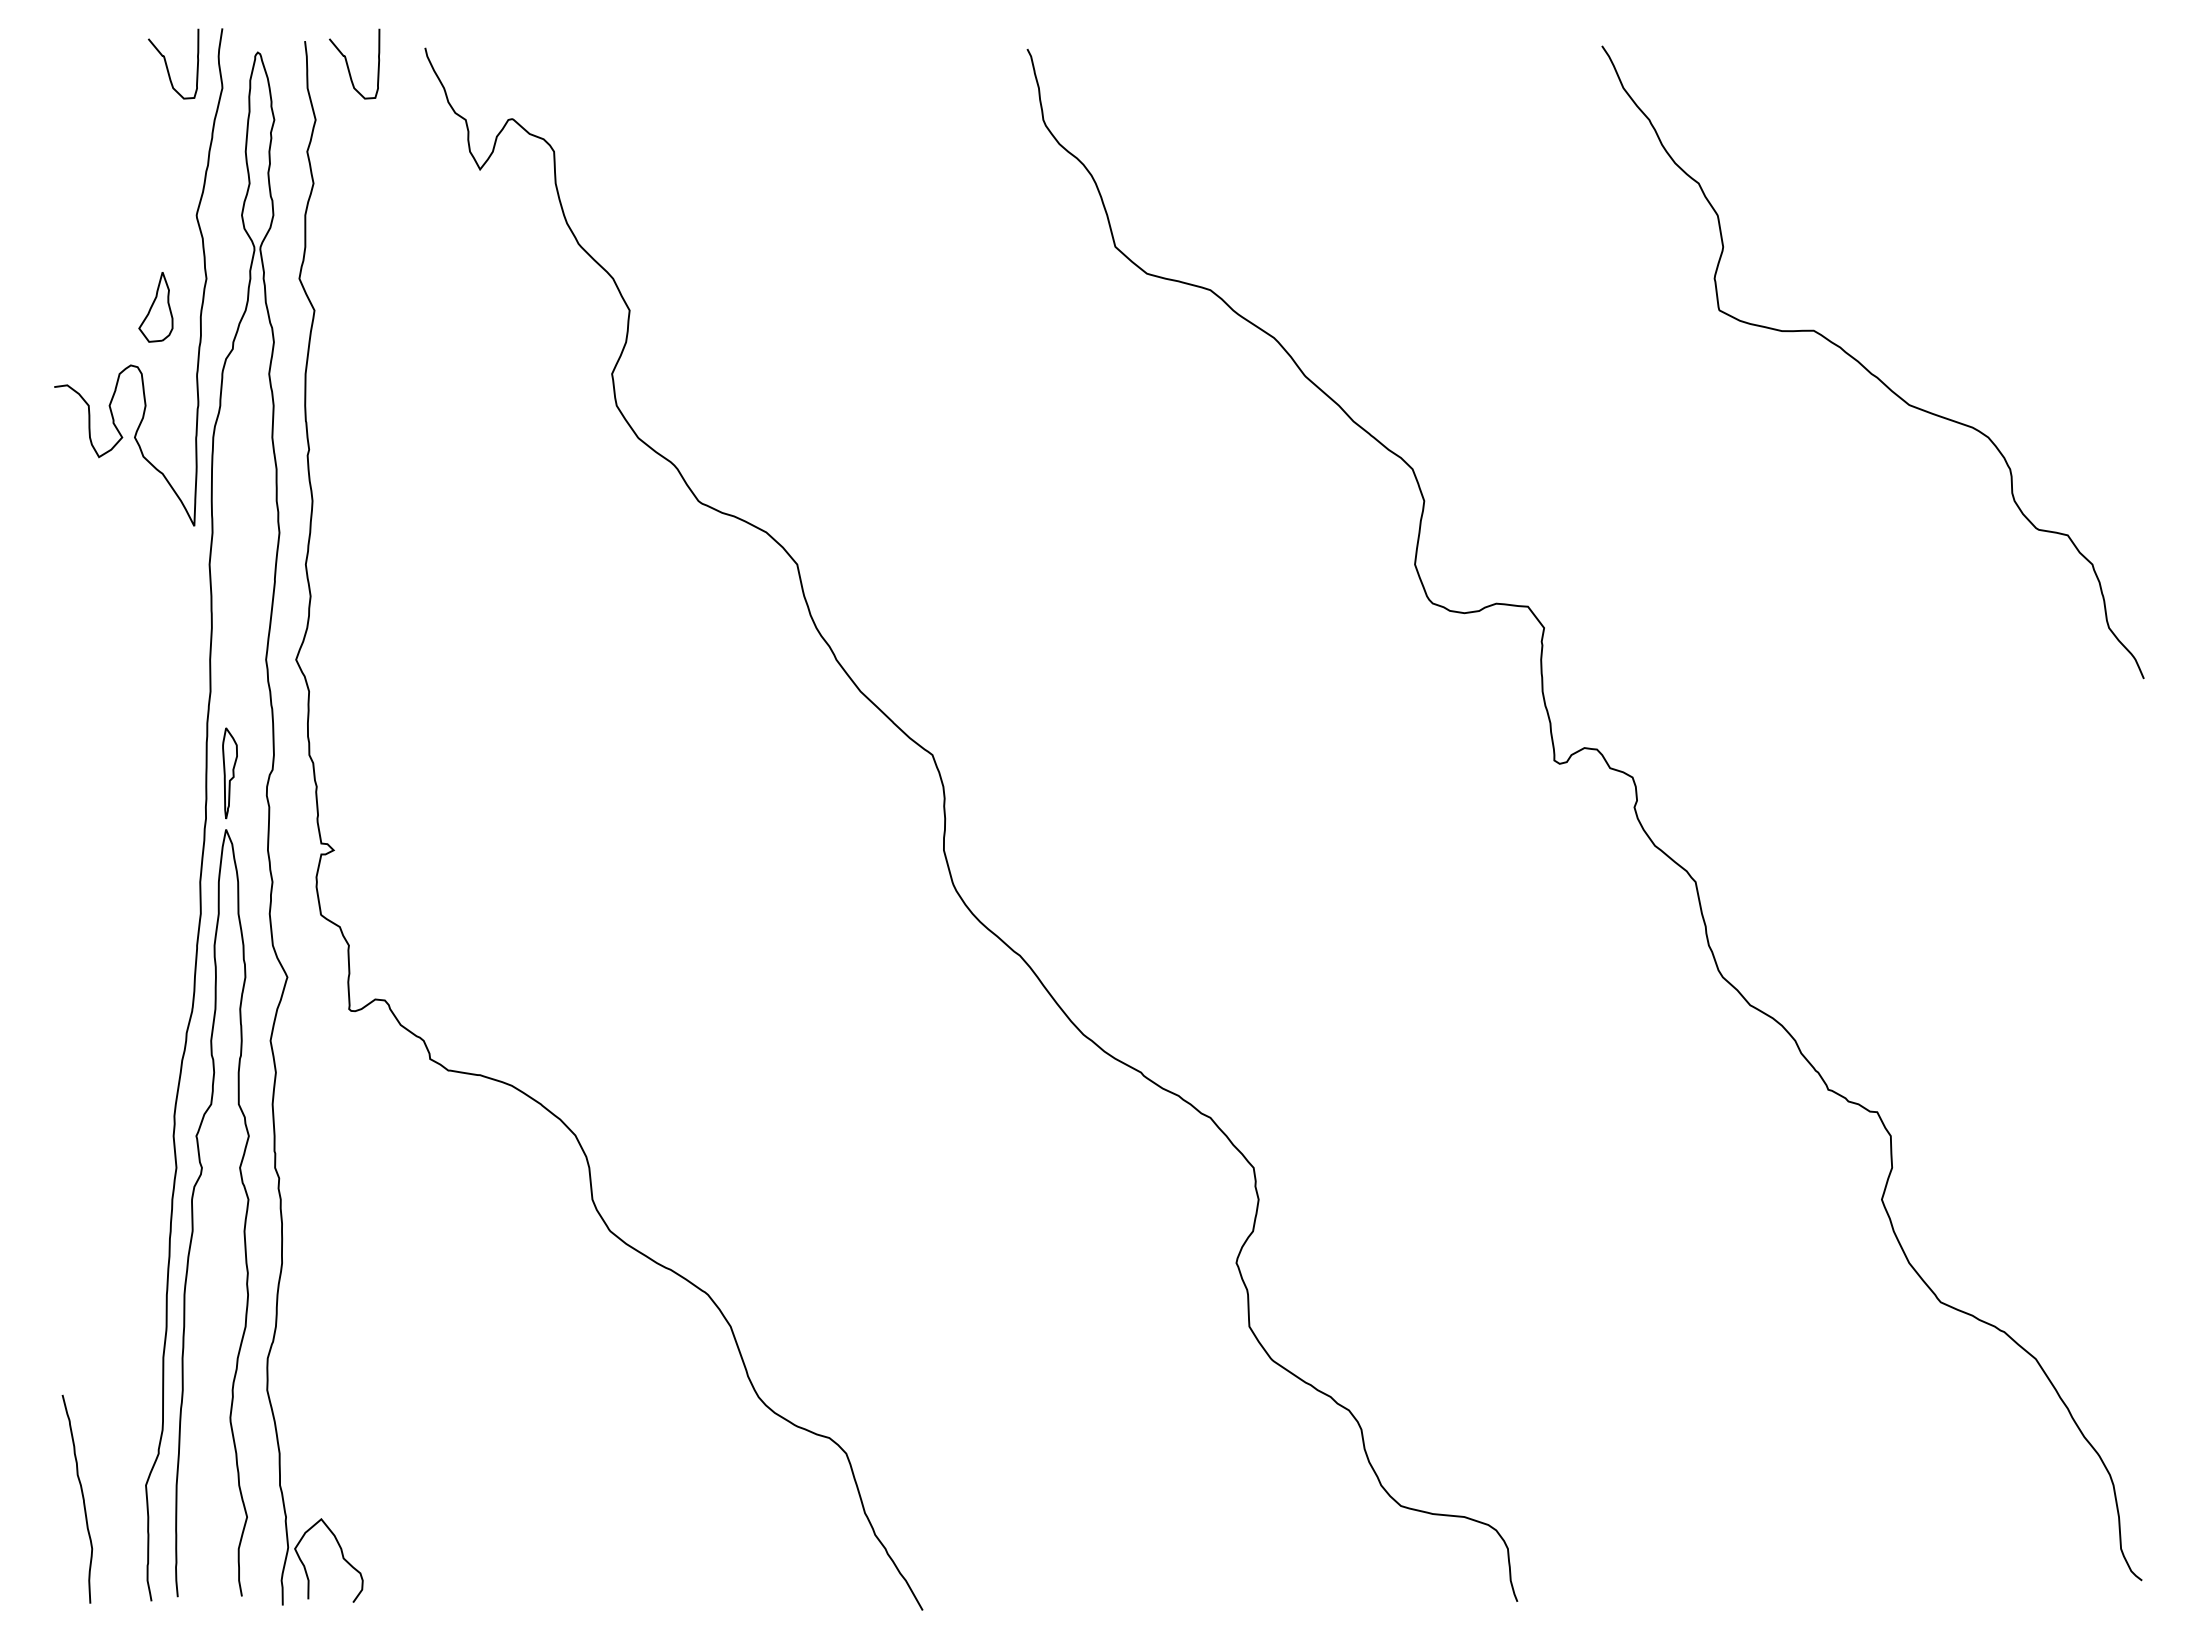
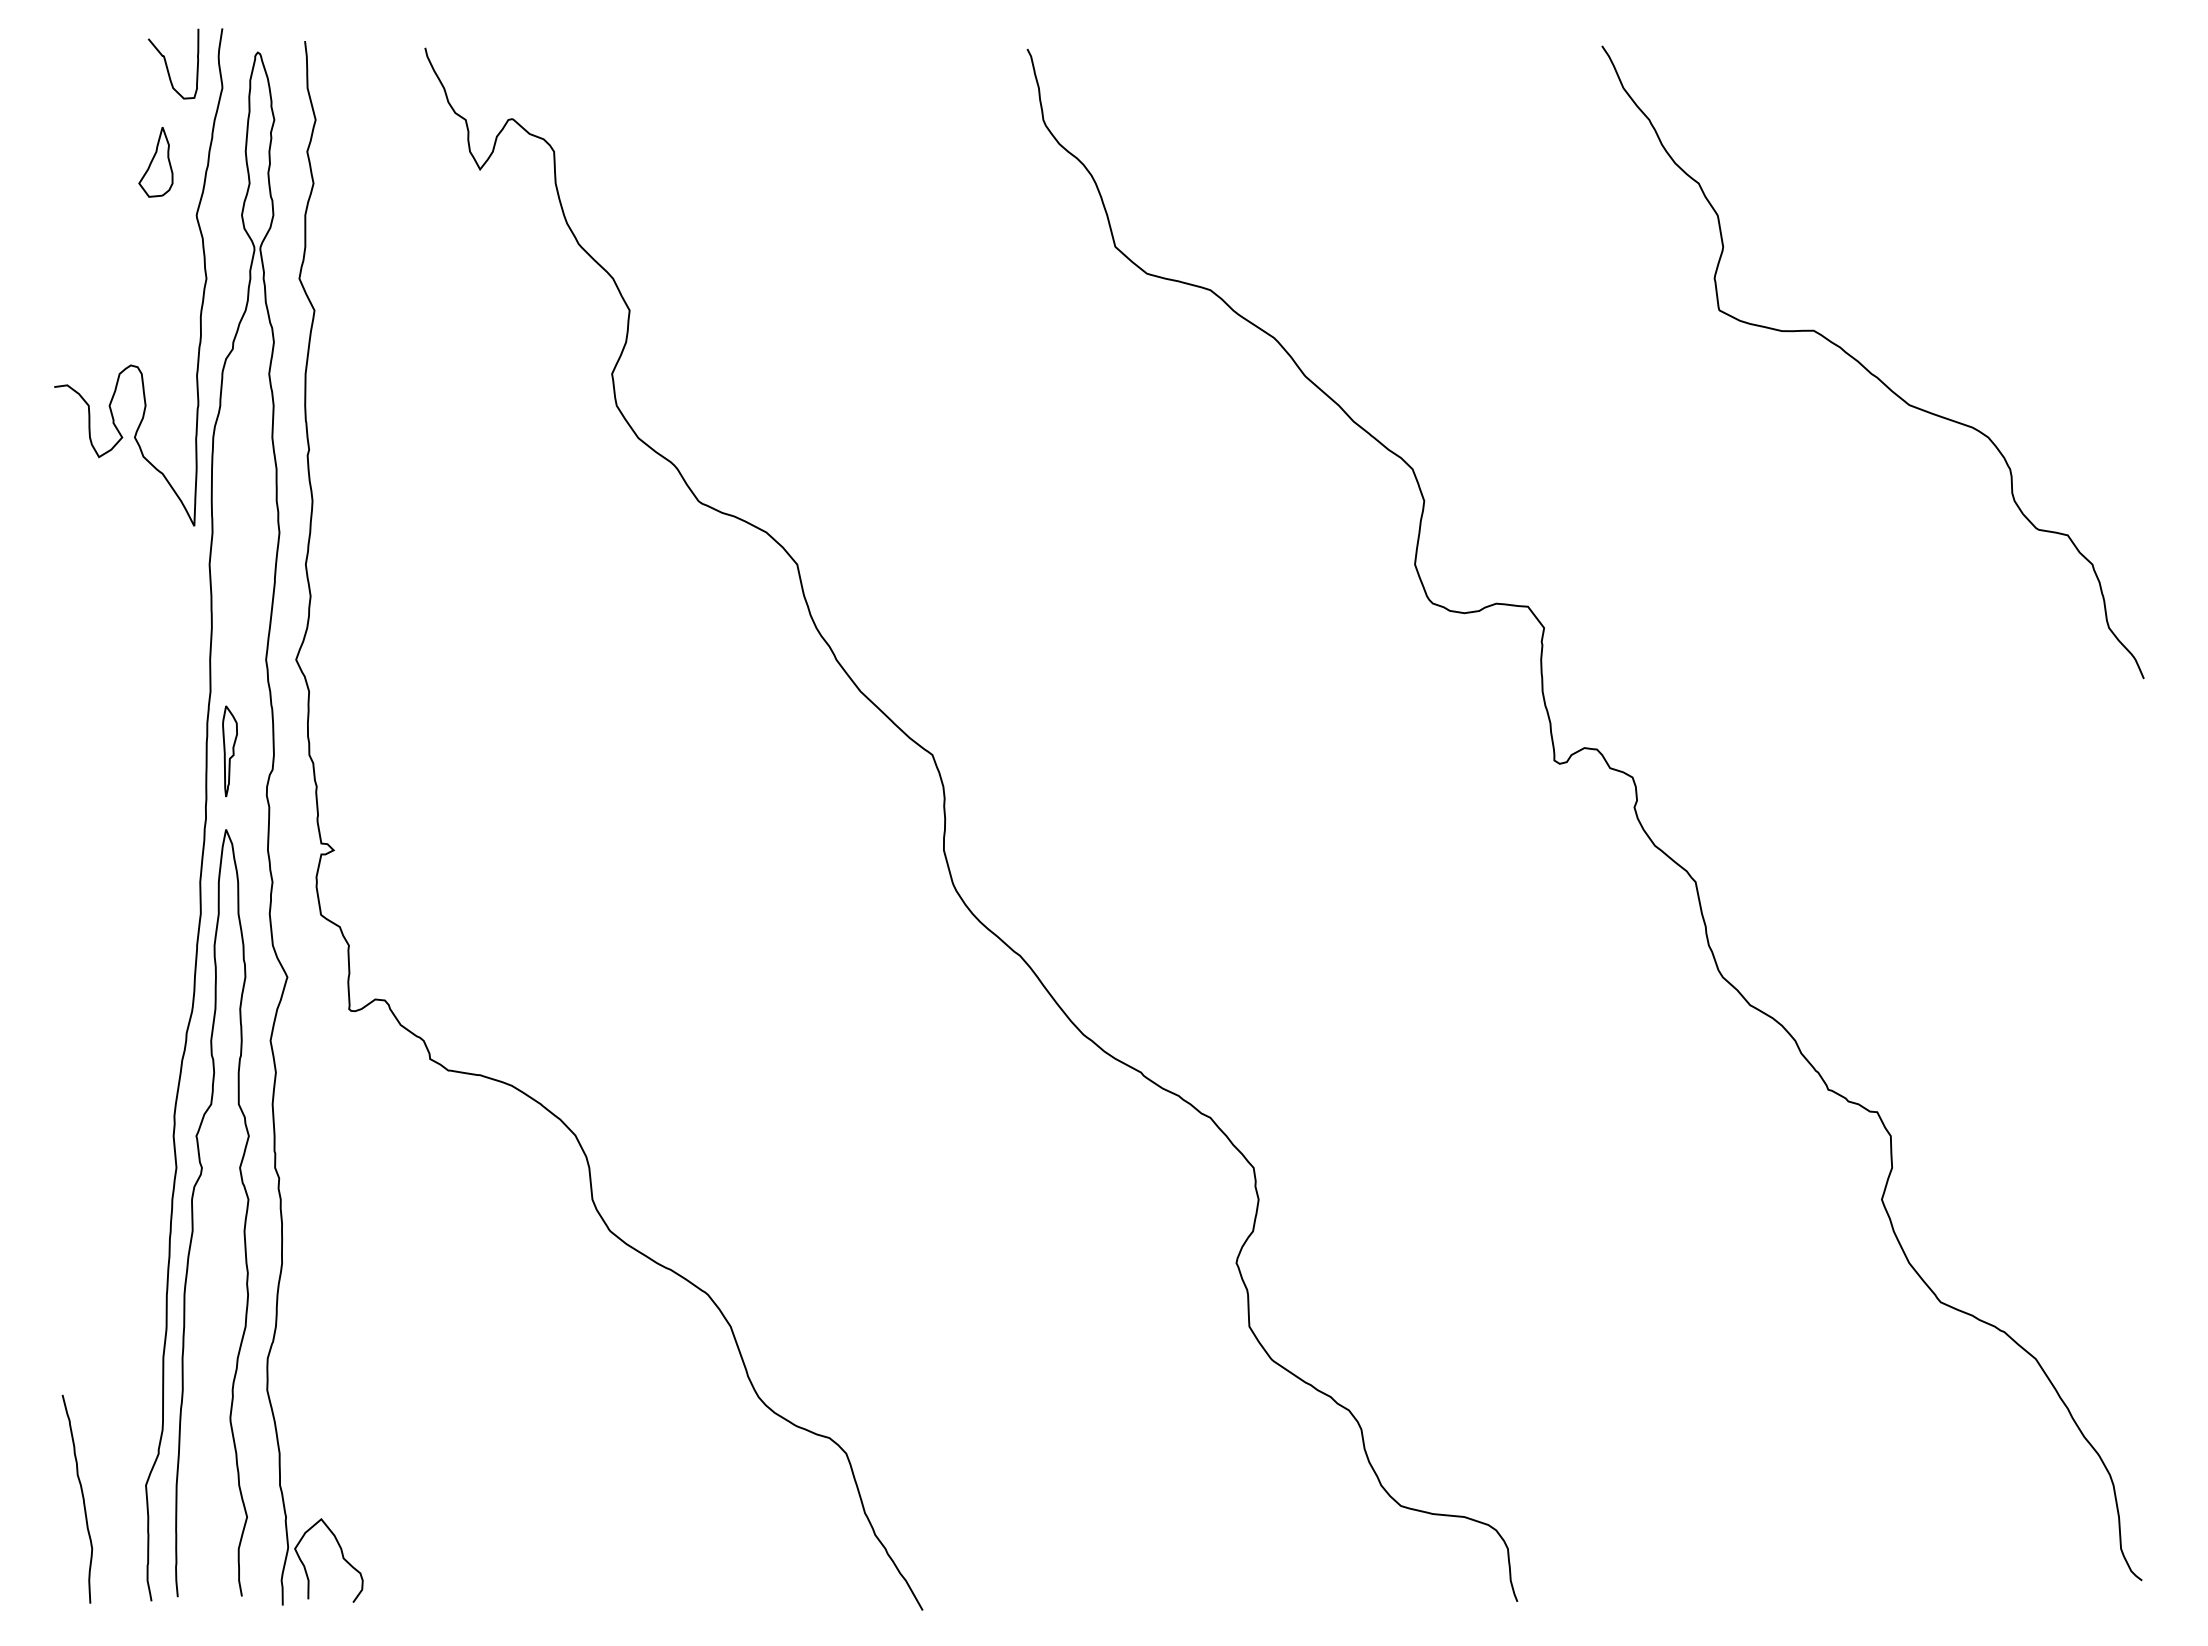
curve at (348, 64): present -> none
part at (155, 307) position: (155, 307) -> (155, 162)
part at (229, 773) position: (229, 773) -> (229, 751)
